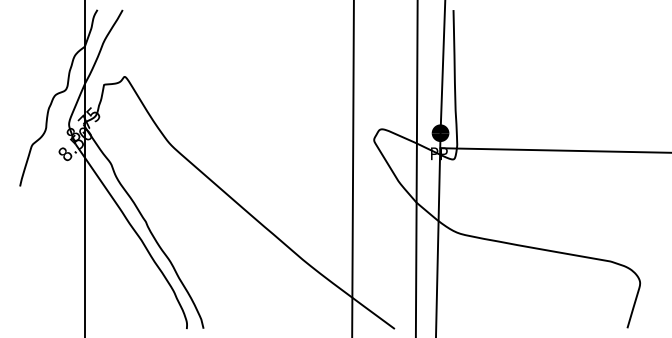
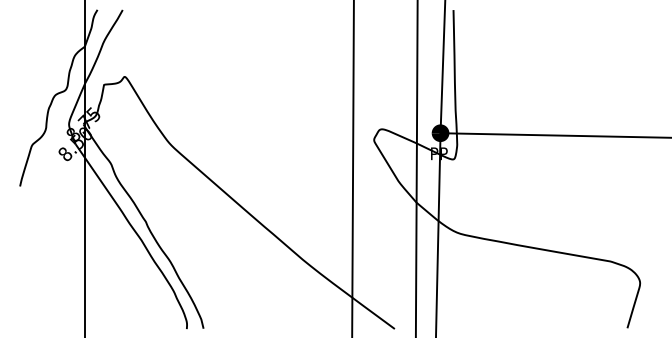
line at (554, 150) position: (554, 150) -> (554, 135)
